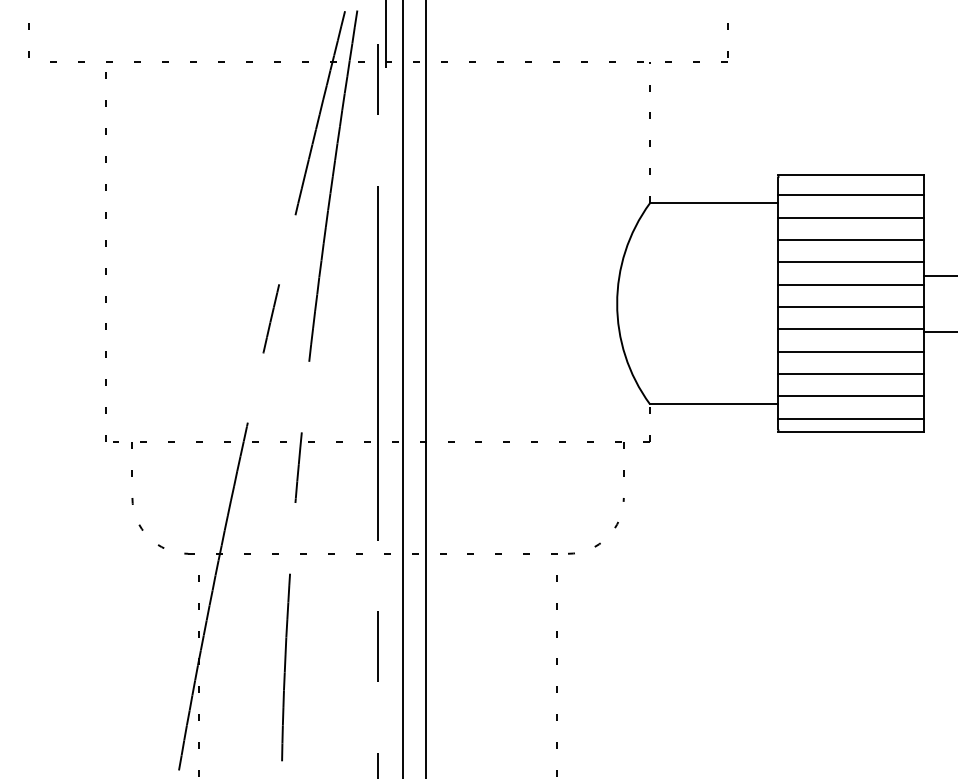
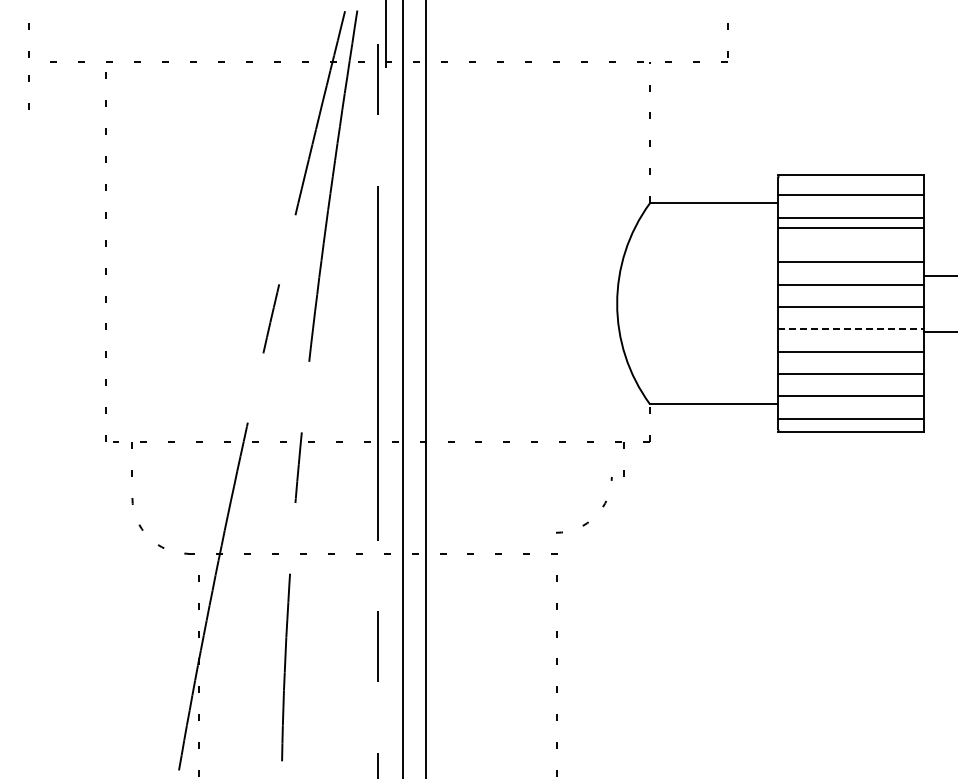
line at (28, 81): none -> present
line at (850, 239) position: (850, 239) -> (850, 227)
line at (851, 329): solid -> dashed
arc at (599, 542) position: (599, 542) -> (587, 521)
